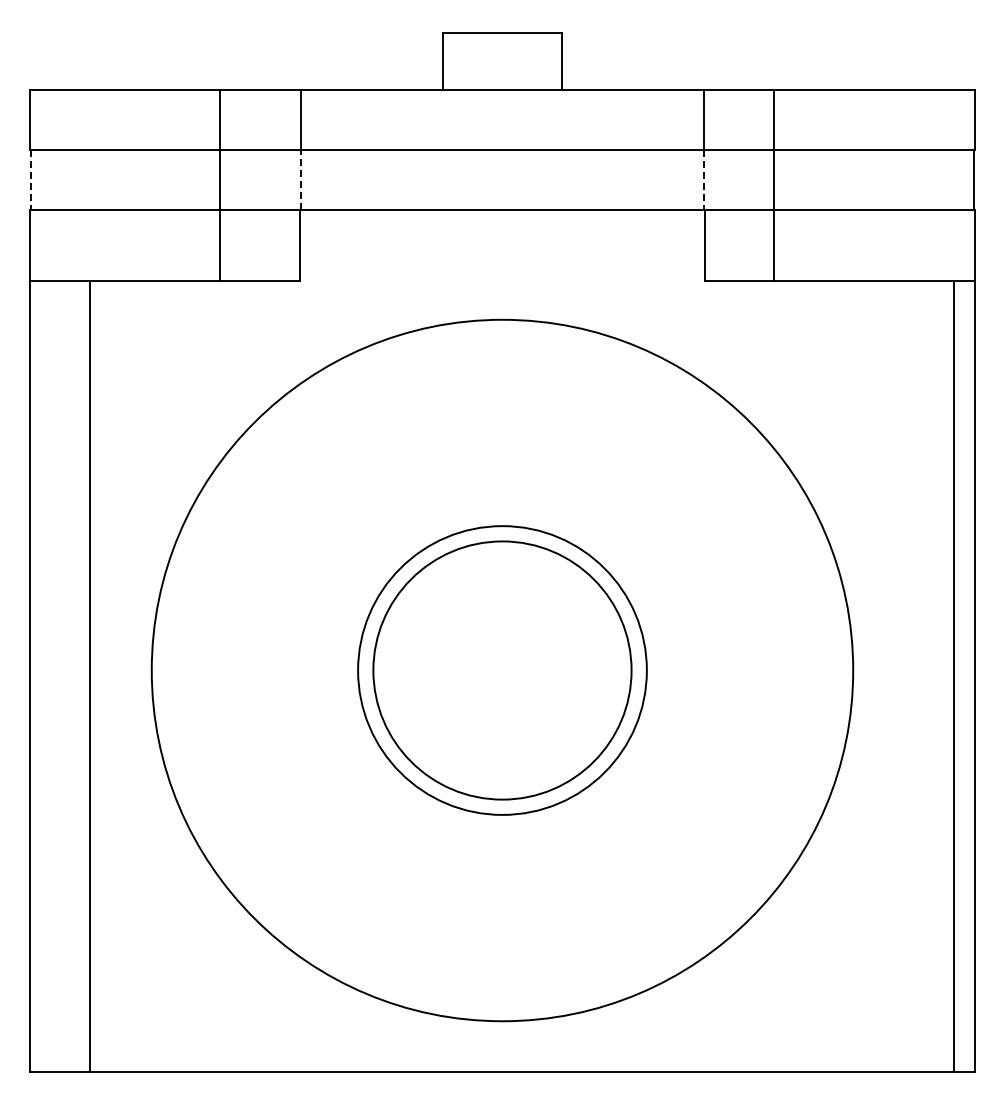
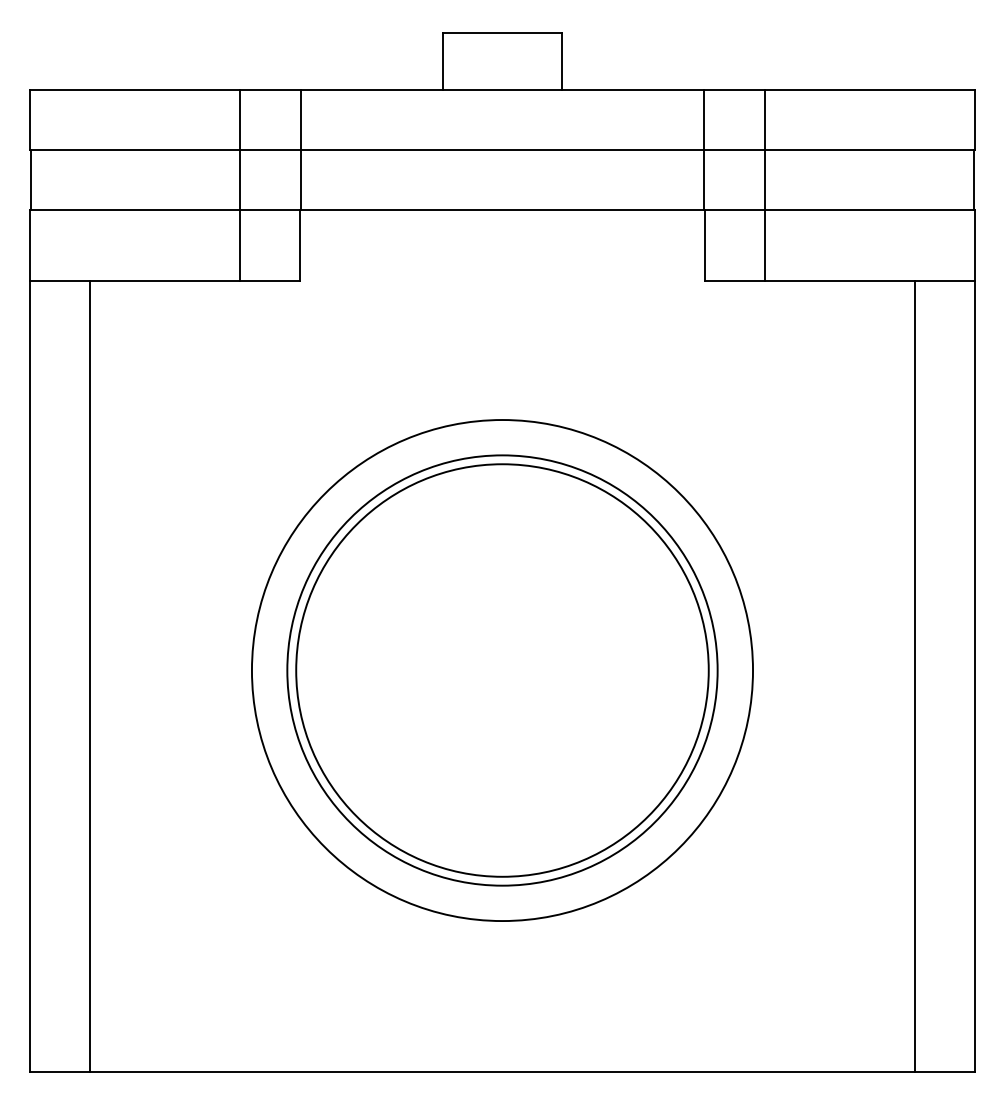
line at (30, 180): dashed -> solid
line at (300, 180): dashed -> solid
line at (704, 180): dashed -> solid
line at (220, 185) position: (220, 185) -> (240, 185)
line at (773, 185) position: (773, 185) -> (764, 185)
circle at (502, 670) diameter: 258 px -> 430 px
circle at (502, 670) diameter: 289 px -> 413 px
circle at (502, 670) diameter: 701 px -> 501 px
line at (953, 676) position: (953, 676) -> (914, 676)
